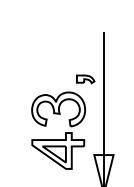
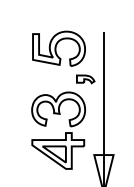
part at (58, 48): none -> present
